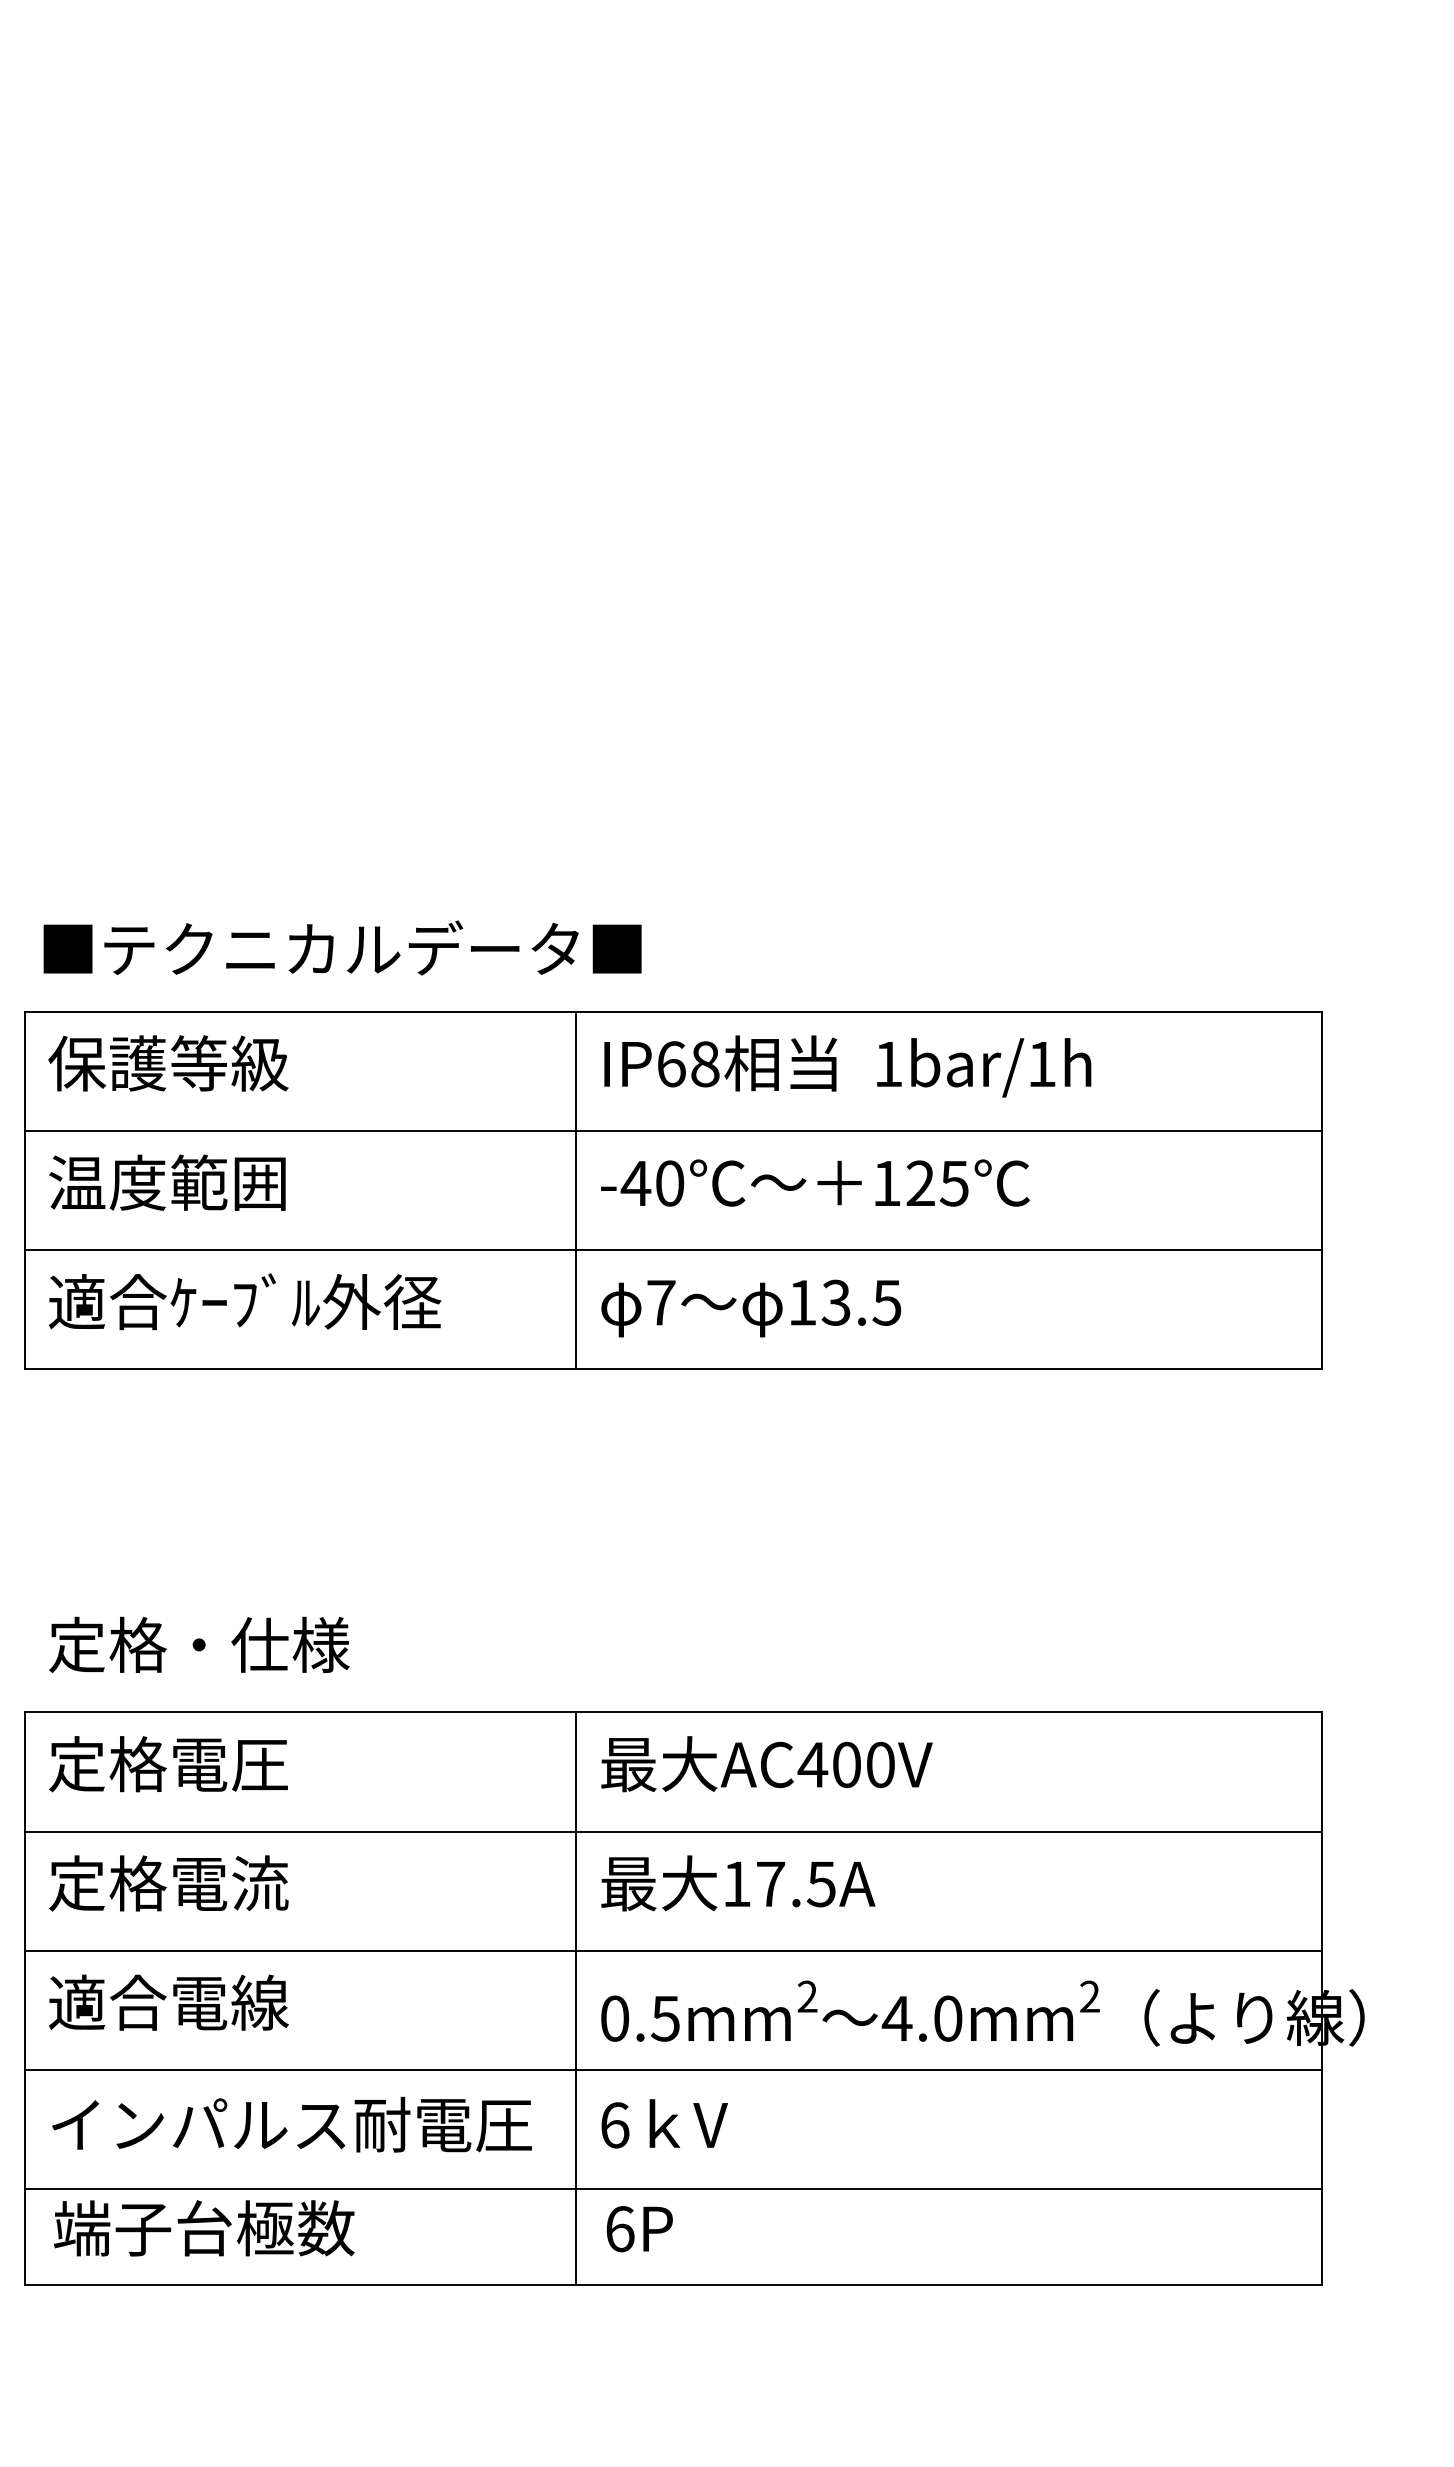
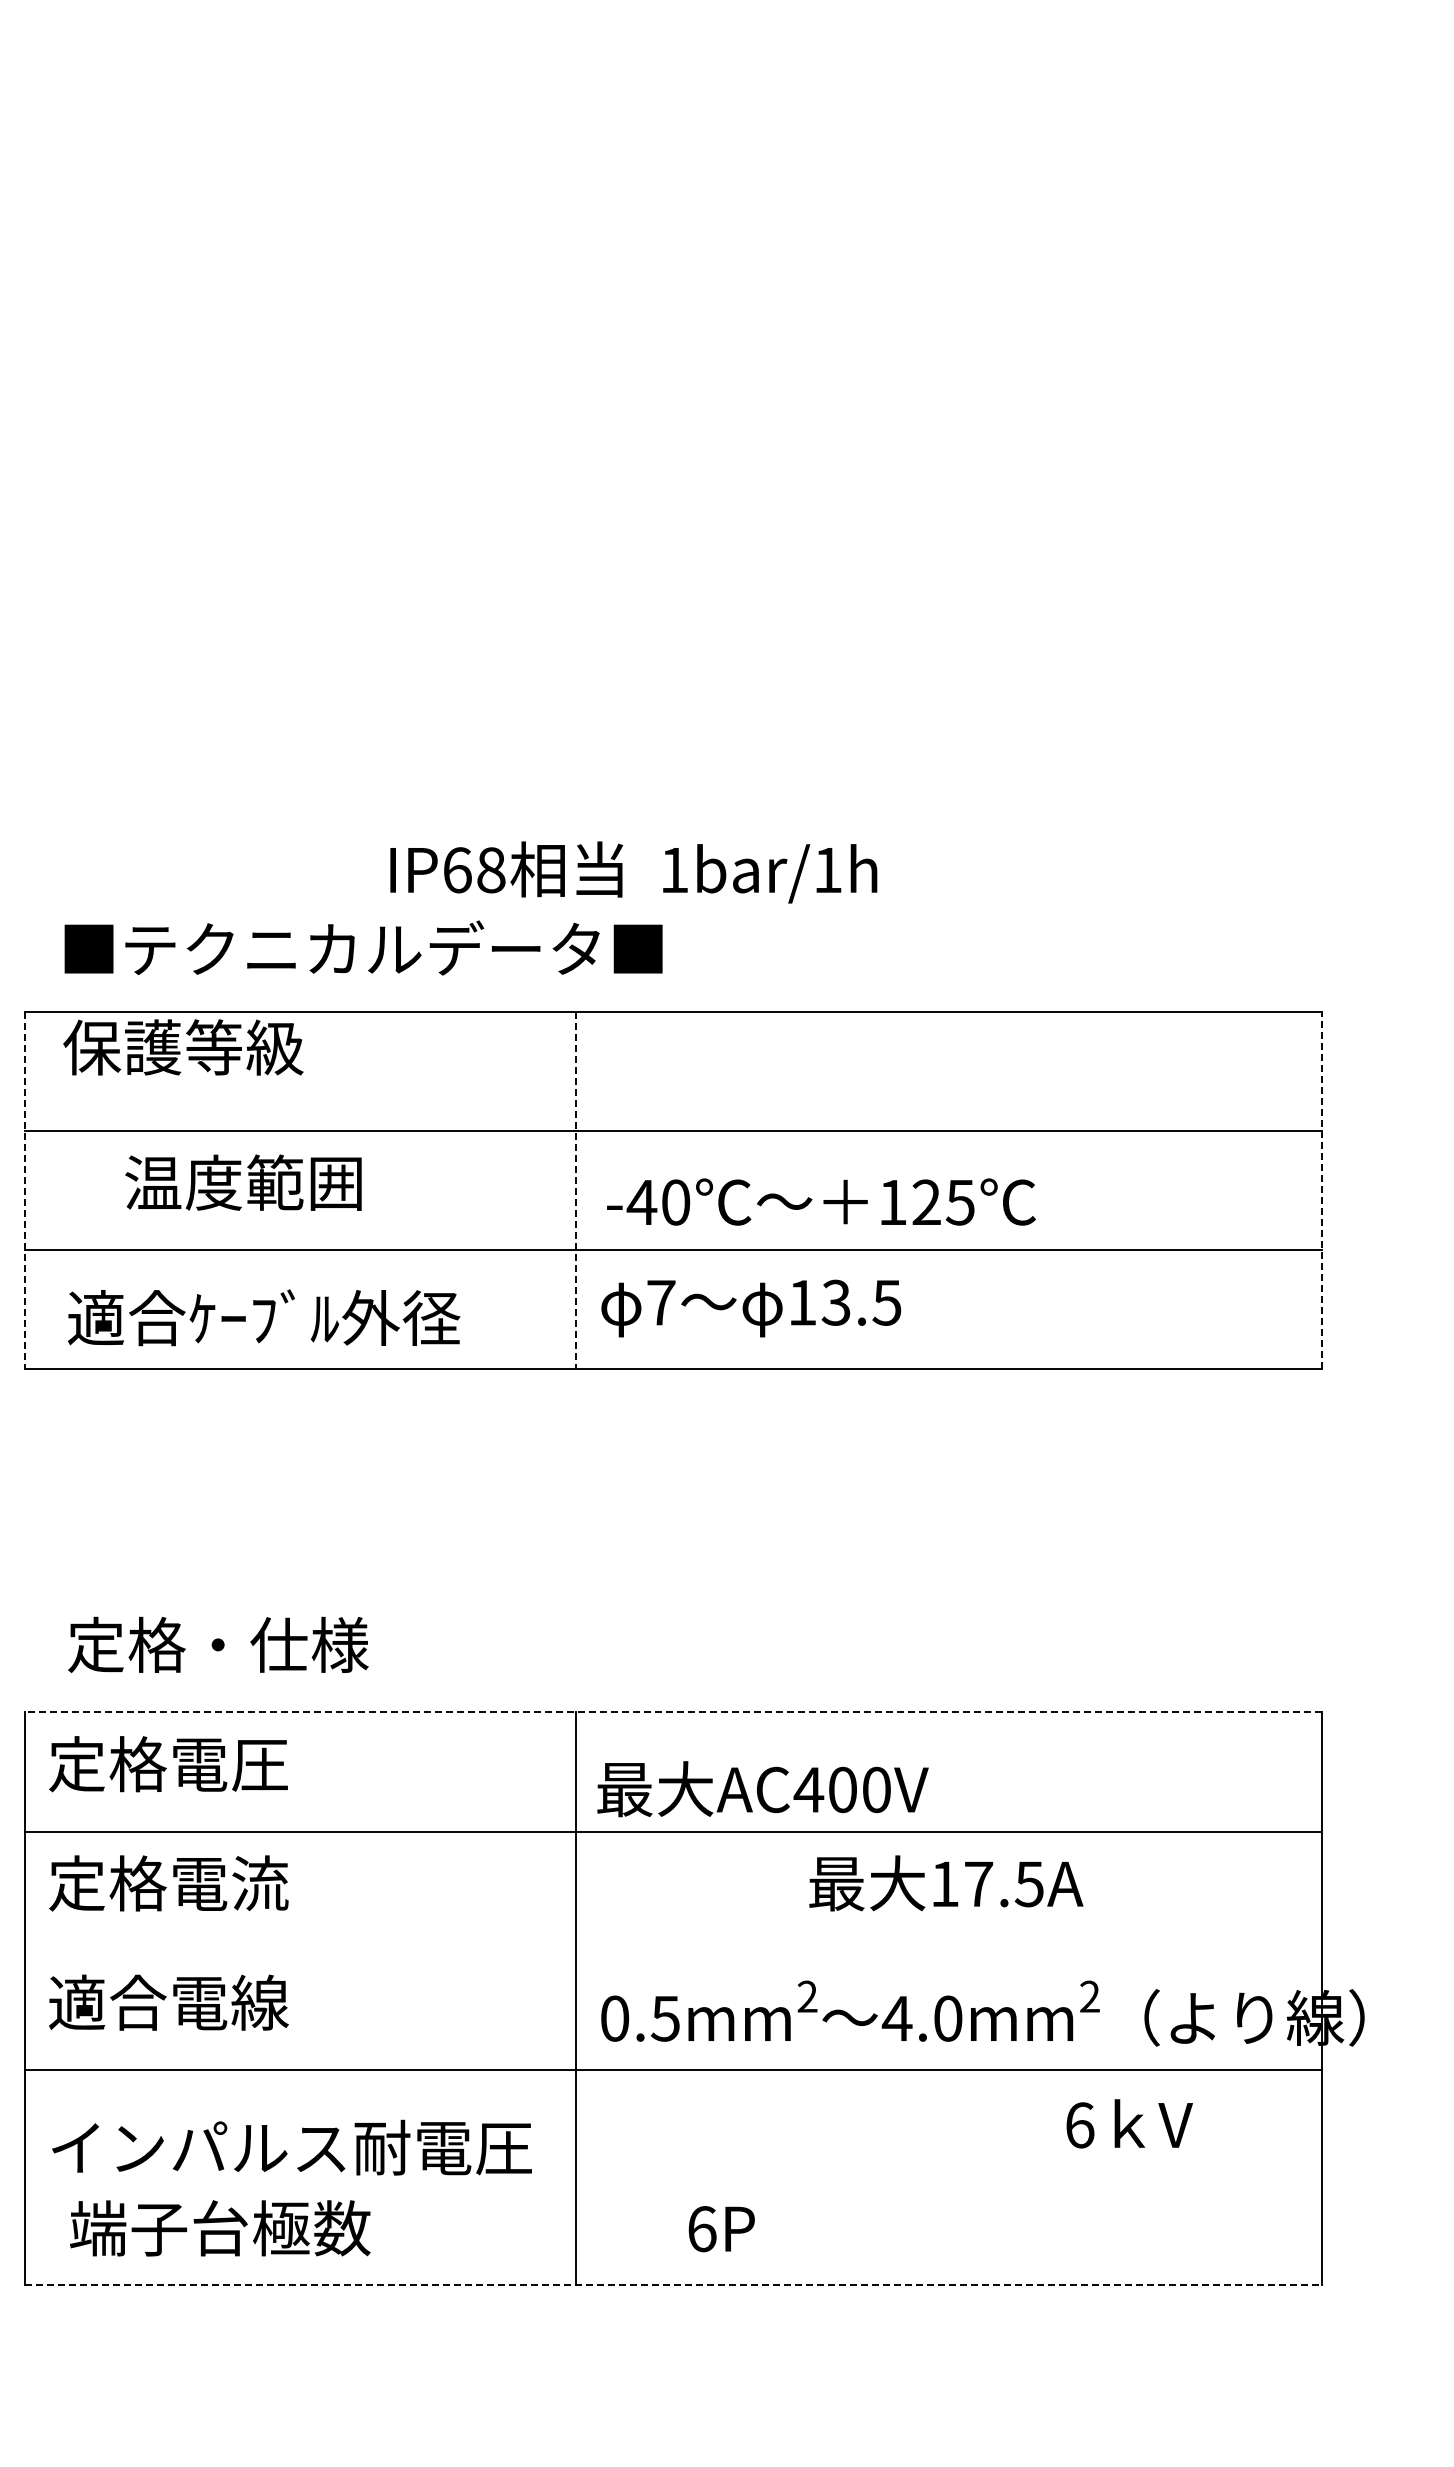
text at (342, 947) position: (342, 947) -> (363, 947)
text at (168, 1063) position: (168, 1063) -> (183, 1047)
text at (847, 1066) position: (847, 1066) -> (633, 872)
text at (167, 1182) position: (167, 1182) -> (243, 1182)
text at (815, 1182) position: (815, 1182) -> (821, 1201)
line at (24, 1190): solid -> dashed
line at (576, 1190): solid -> dashed
line at (1321, 1190): solid -> dashed
text at (245, 1301) position: (245, 1301) -> (264, 1317)
text at (199, 1644) position: (199, 1644) -> (218, 1644)
line at (672, 1712): solid -> dashed
text at (766, 1764) position: (766, 1764) -> (762, 1789)
text at (738, 1883) position: (738, 1883) -> (946, 1883)
line at (672, 1950): present -> none
text at (664, 2123) position: (664, 2123) -> (1129, 2123)
text at (291, 2124) position: (291, 2124) -> (291, 2147)
line at (672, 2189): present -> none
text at (204, 2228) position: (204, 2228) -> (220, 2228)
text at (639, 2229) position: (639, 2229) -> (721, 2229)
line at (673, 2284): solid -> dashed
